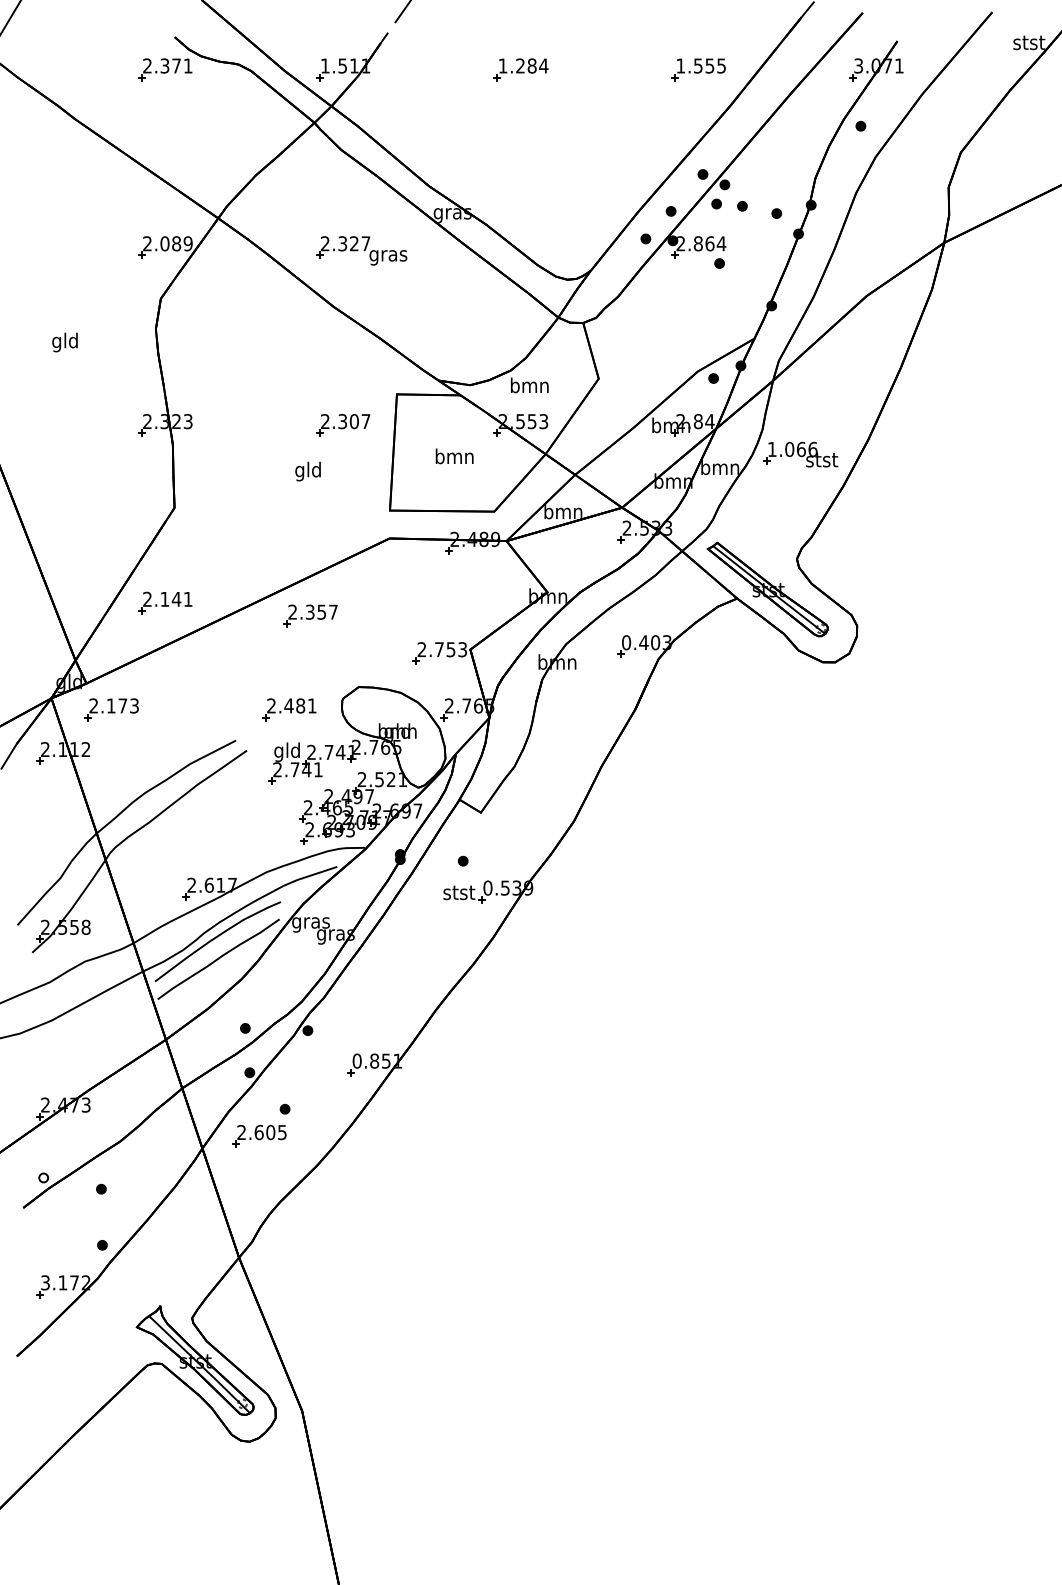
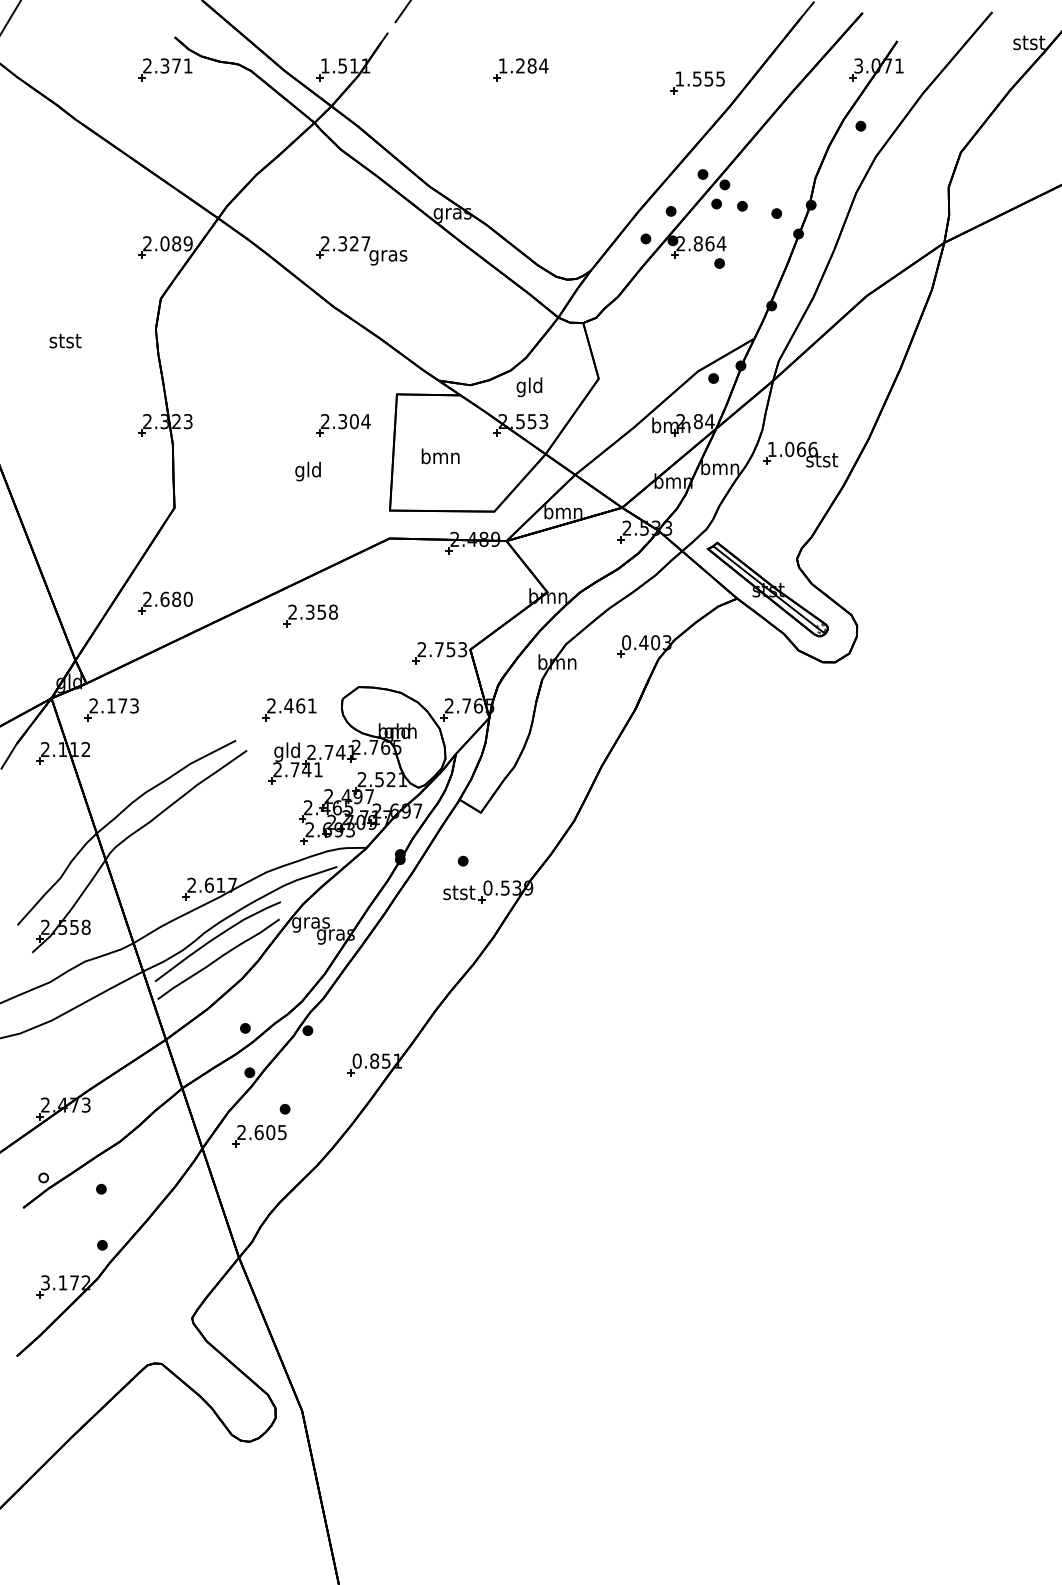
part at (698, 69) position: (698, 69) -> (697, 82)
text at (65, 342): gld -> stst
text at (529, 387): bmn -> gld
text at (365, 421): 2.307 -> 2.304
text at (454, 456) position: (454, 456) -> (440, 456)
text at (176, 598): 2.141 -> 2.680
text at (333, 611): 2.357 -> 2.358
text at (300, 705): 2.481 -> 2.461
part at (194, 1360): present -> none
